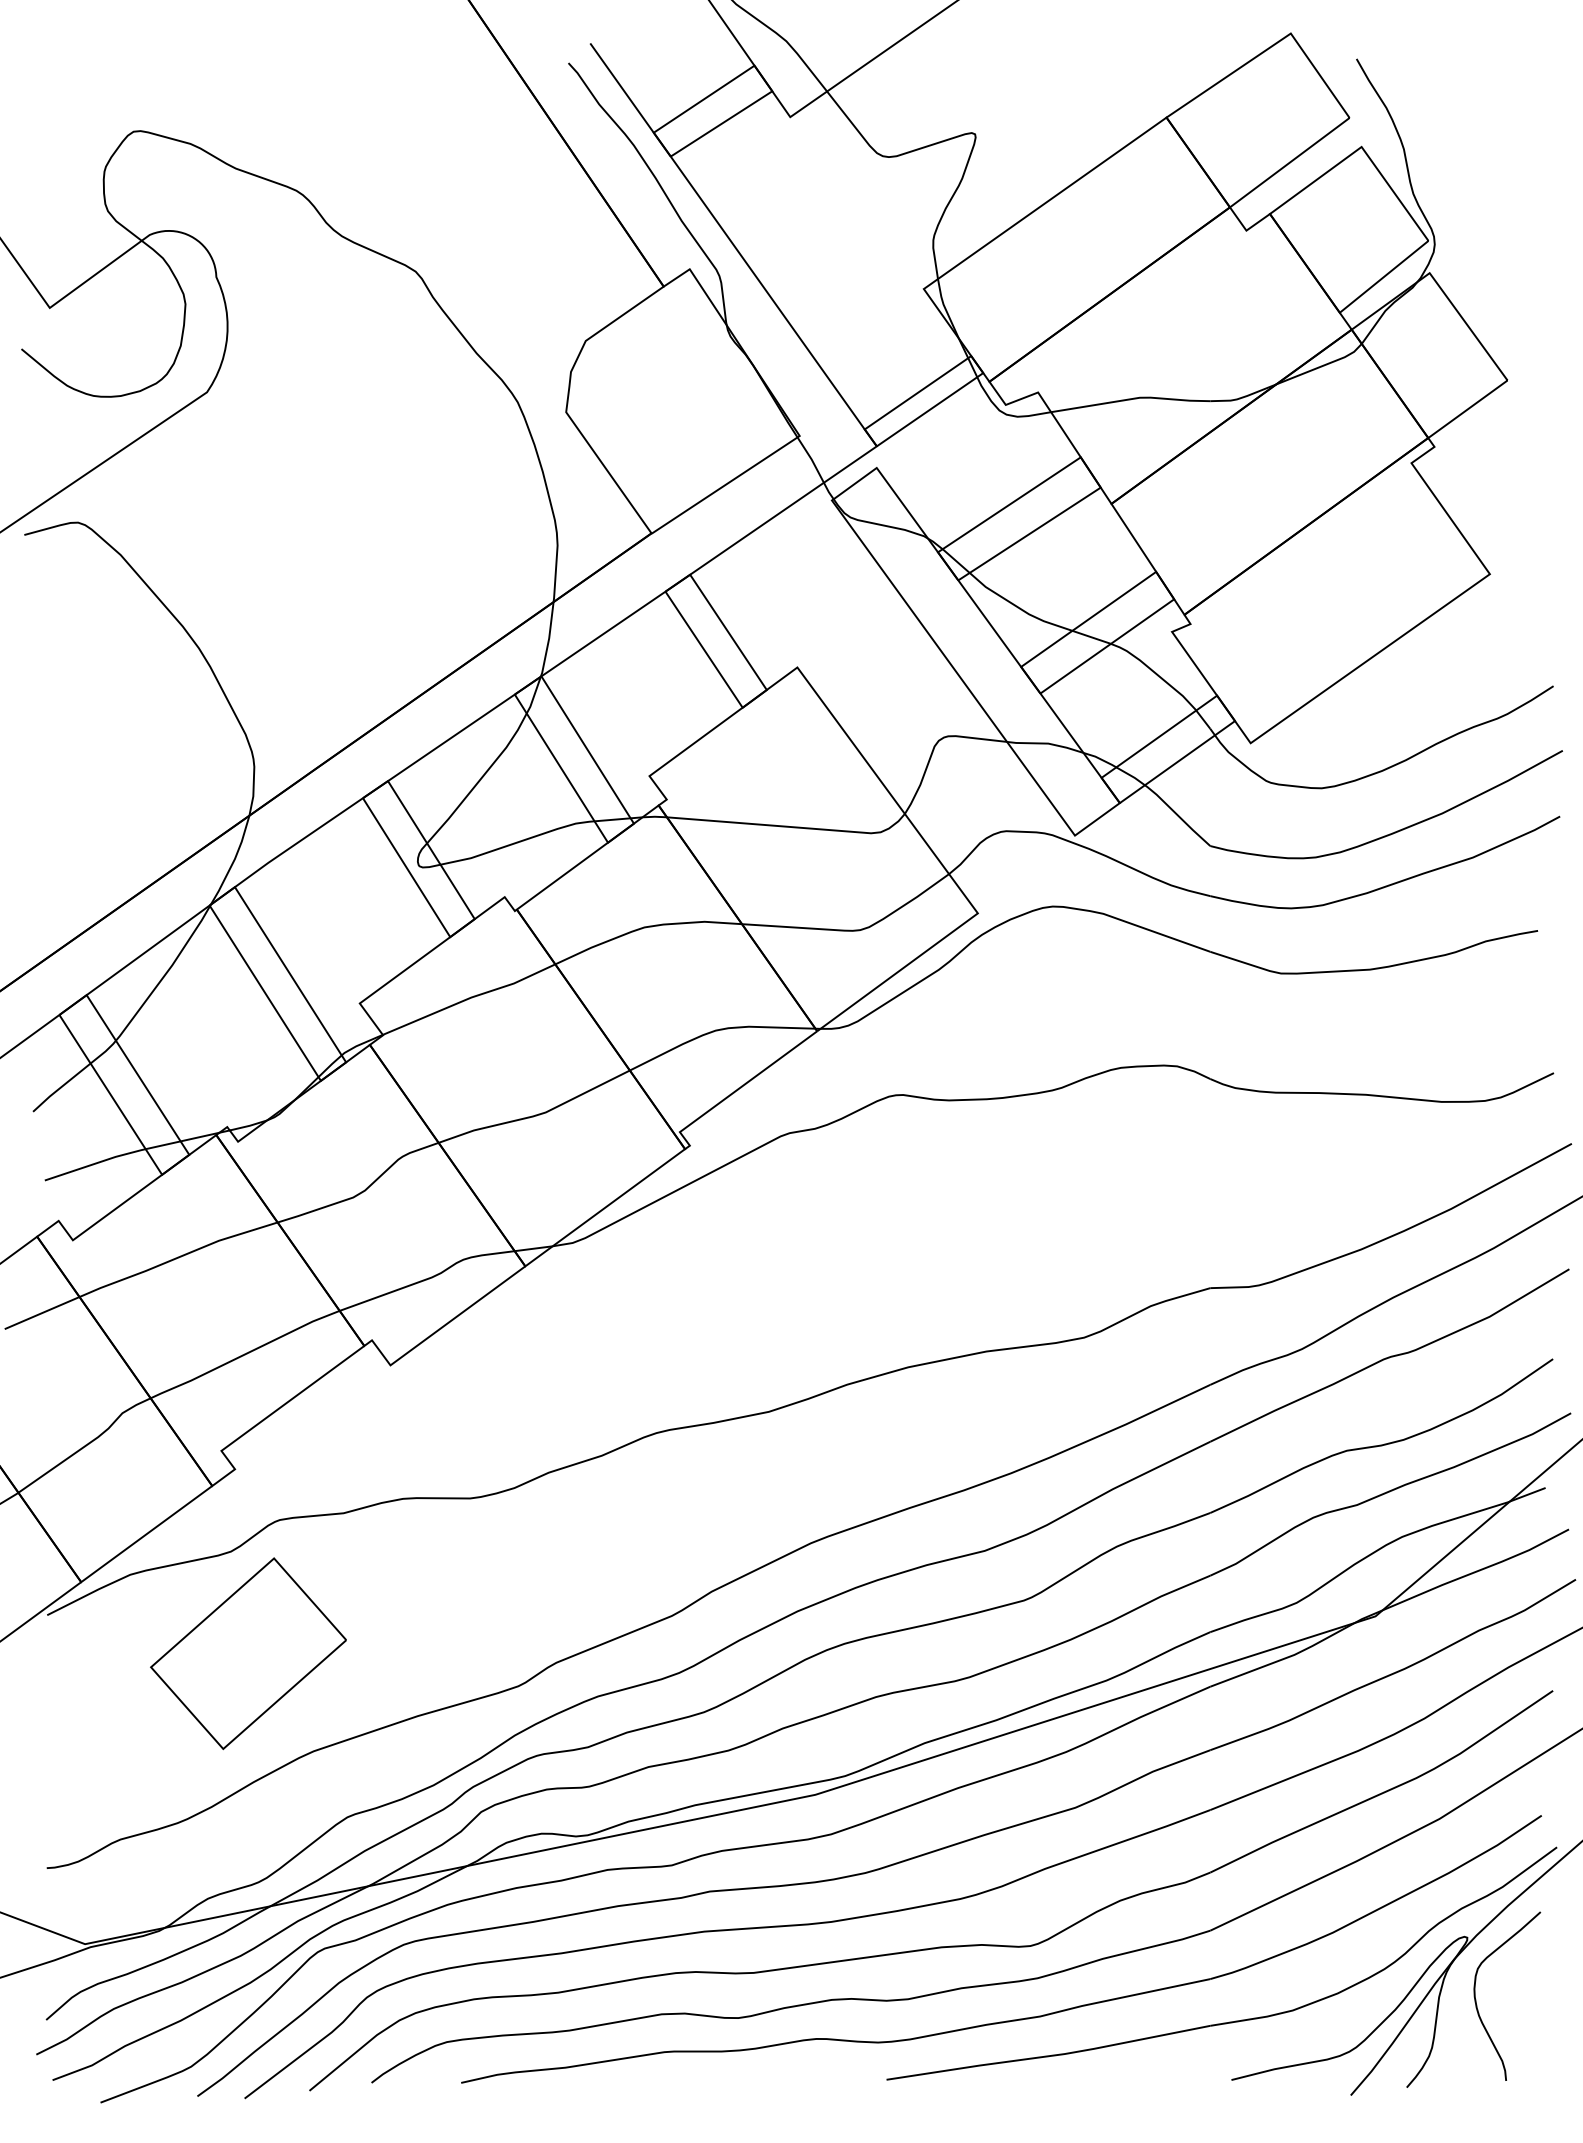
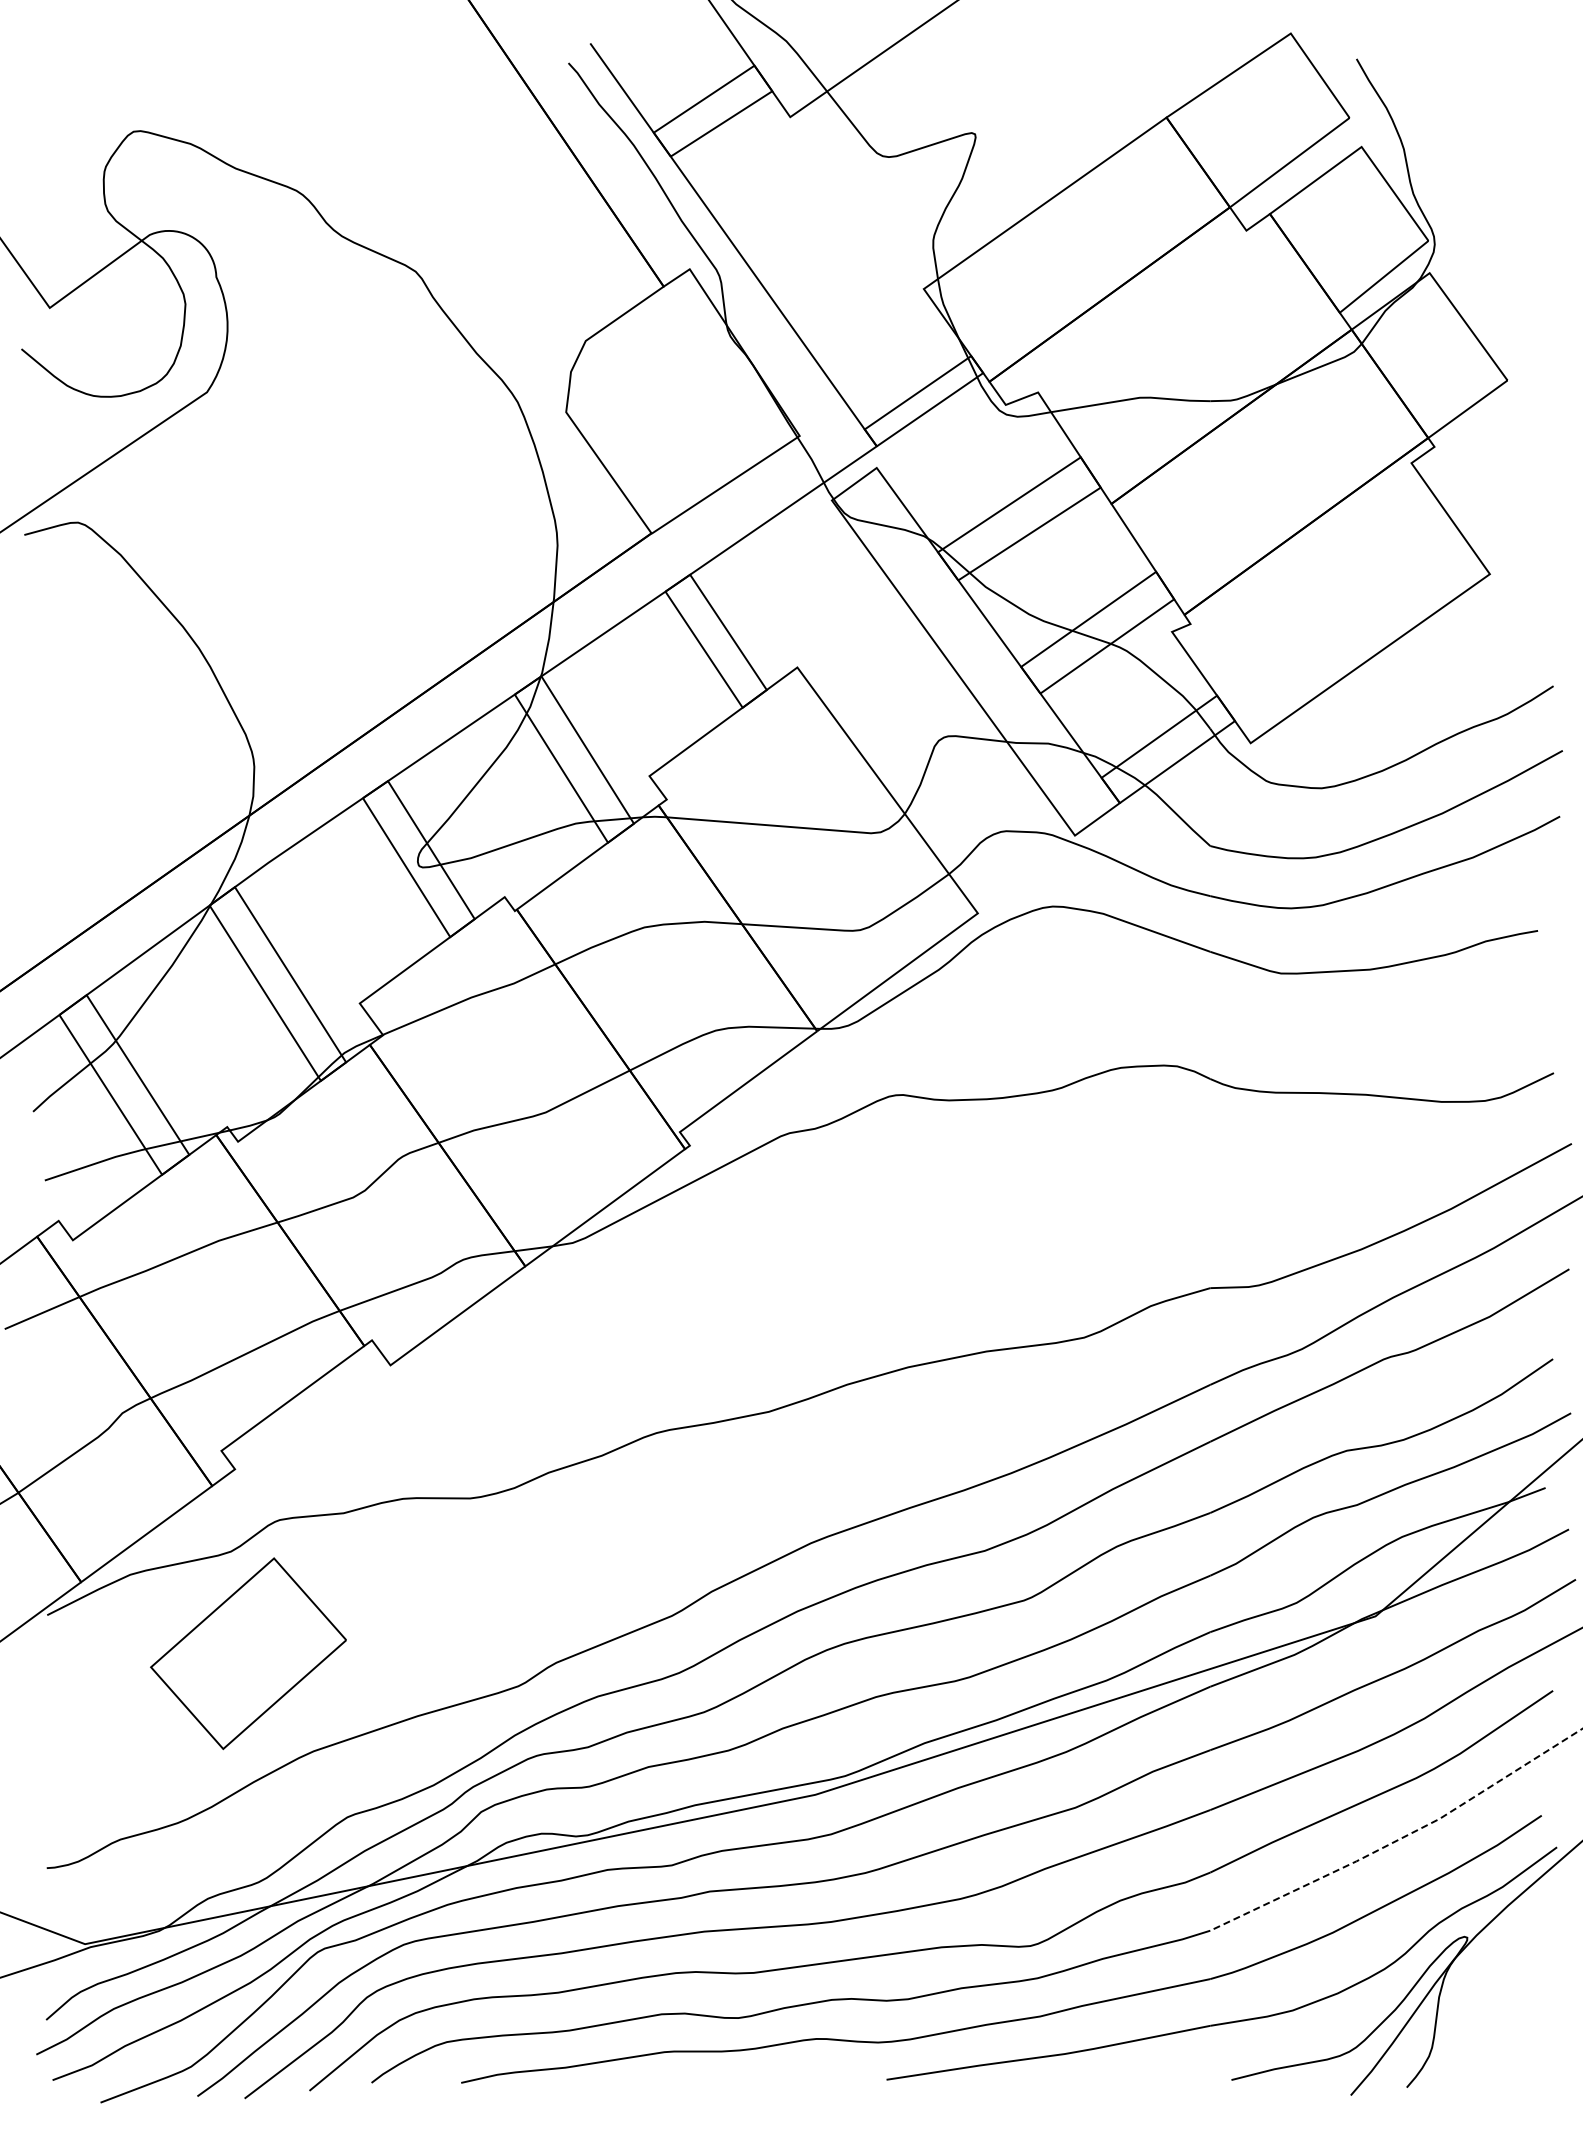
line at (1400, 1838): solid -> dashed
curve at (1476, 1999): present -> none
